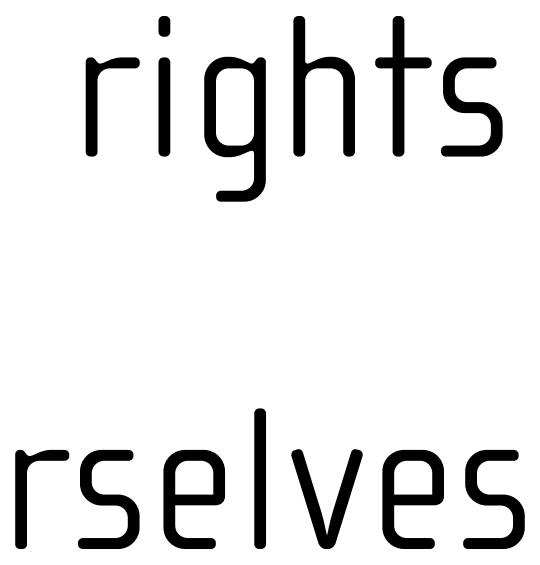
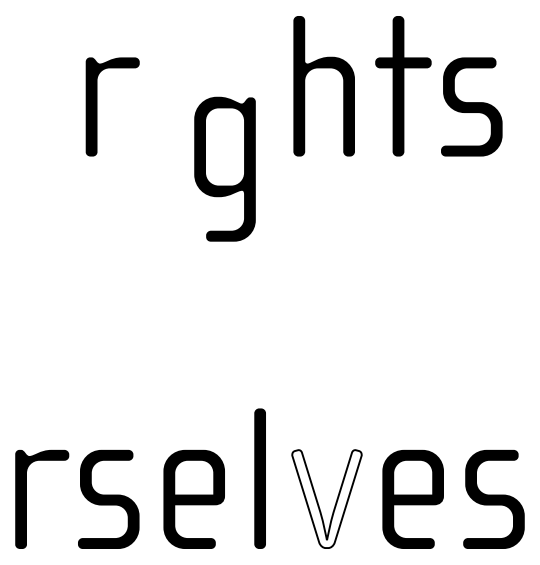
part at (164, 86): present -> none
part at (234, 128) position: (234, 128) -> (224, 168)
fill at (326, 499): present -> none
